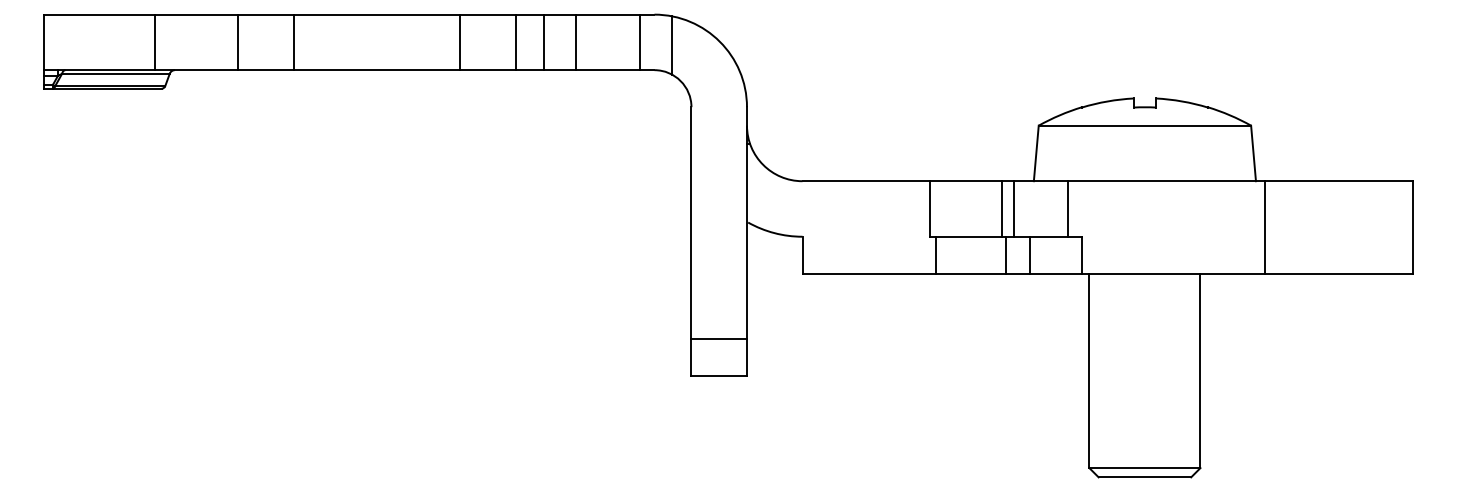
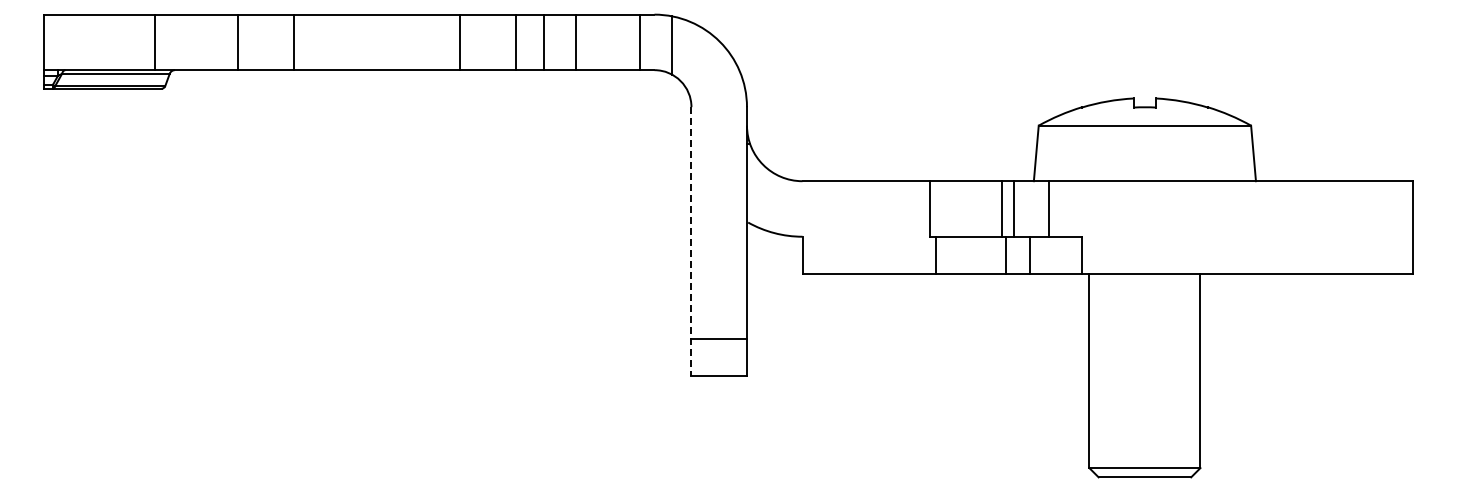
line at (1067, 208) position: (1067, 208) -> (1048, 208)
line at (1265, 227): present -> none
line at (691, 241): solid -> dashed
